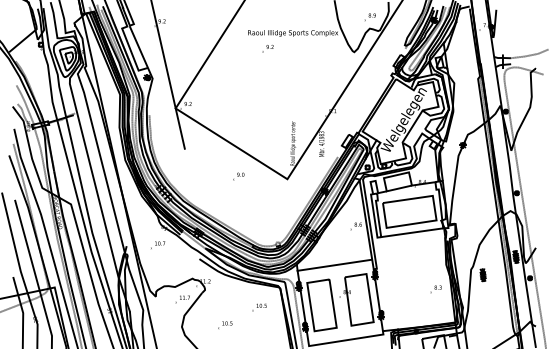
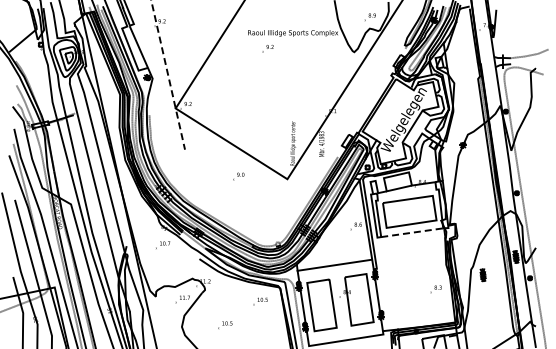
line at (168, 74): solid -> dashed
line at (412, 232): solid -> dashed
text at (158, 244) position: (158, 244) -> (163, 244)
text at (259, 307) position: (259, 307) -> (260, 301)
